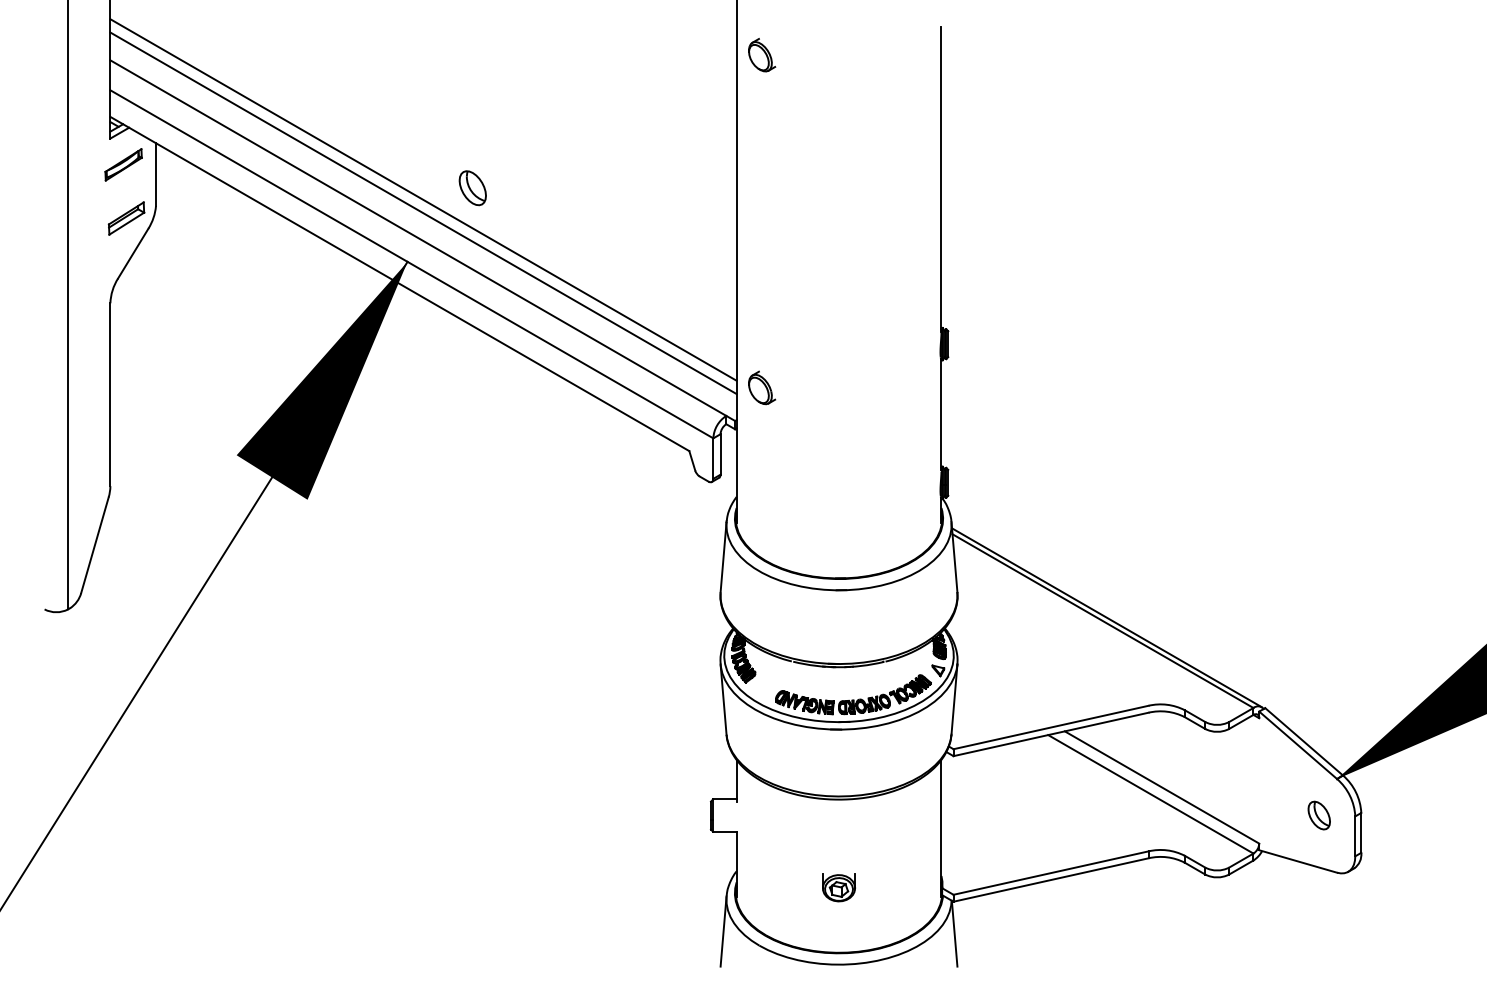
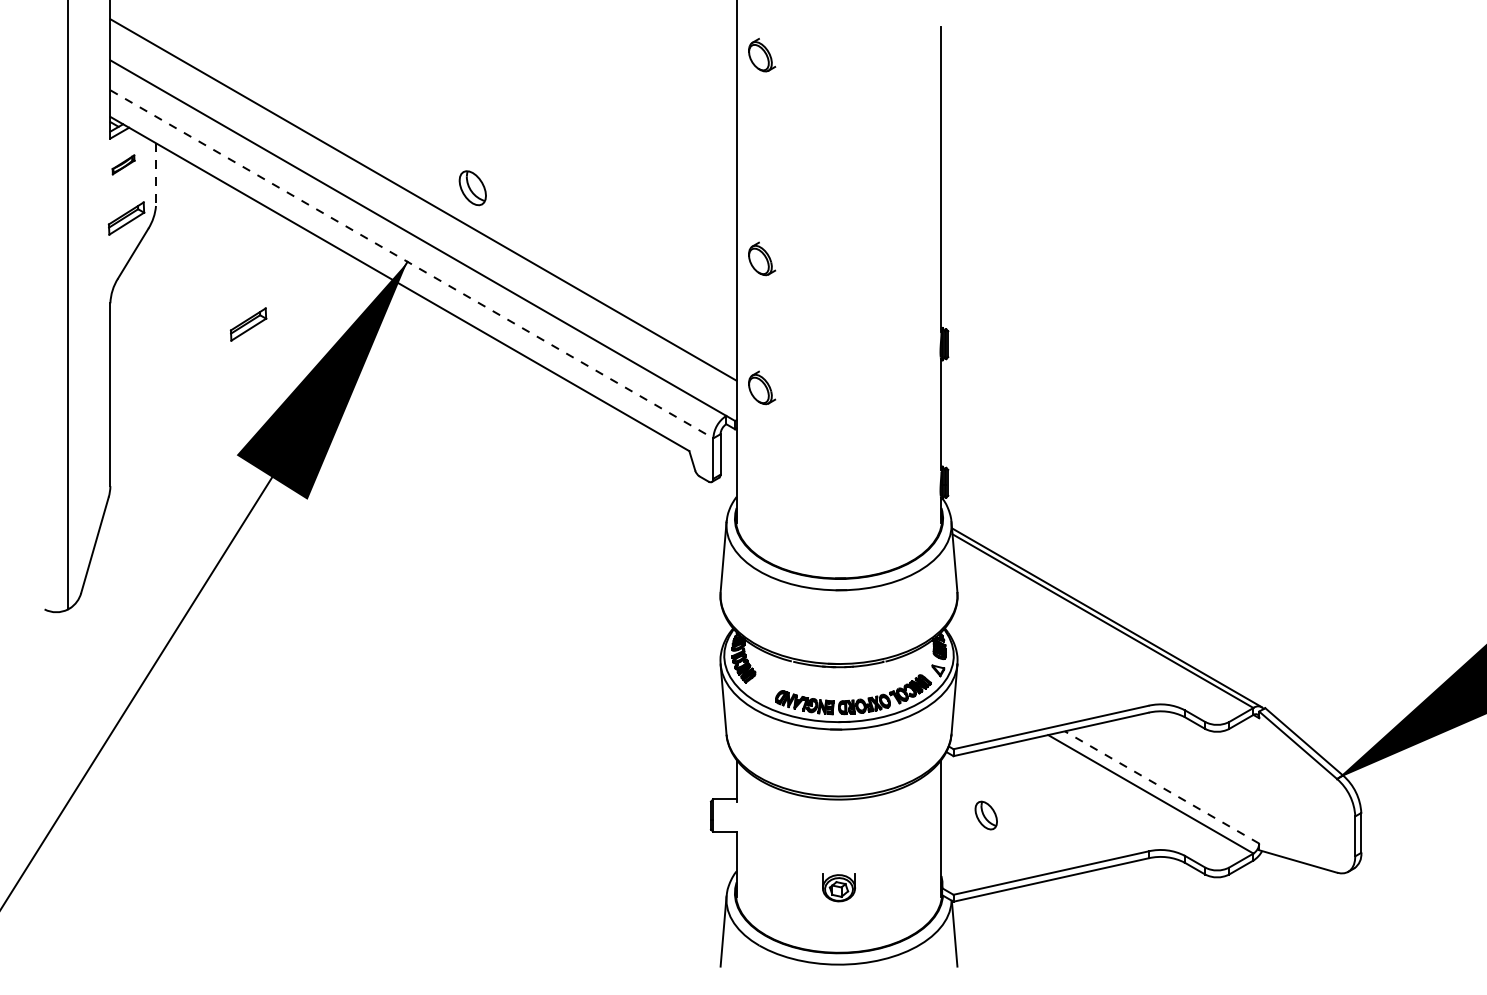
part at (123, 164) size: 39x34 px -> 25x22 px
line at (156, 175): solid -> dashed
line at (423, 213): present -> none
part at (762, 258): none -> present
line at (412, 264): solid -> dashed
part at (248, 324): none -> present
line at (1161, 787): solid -> dashed
part at (1318, 815) position: (1318, 815) -> (985, 815)
